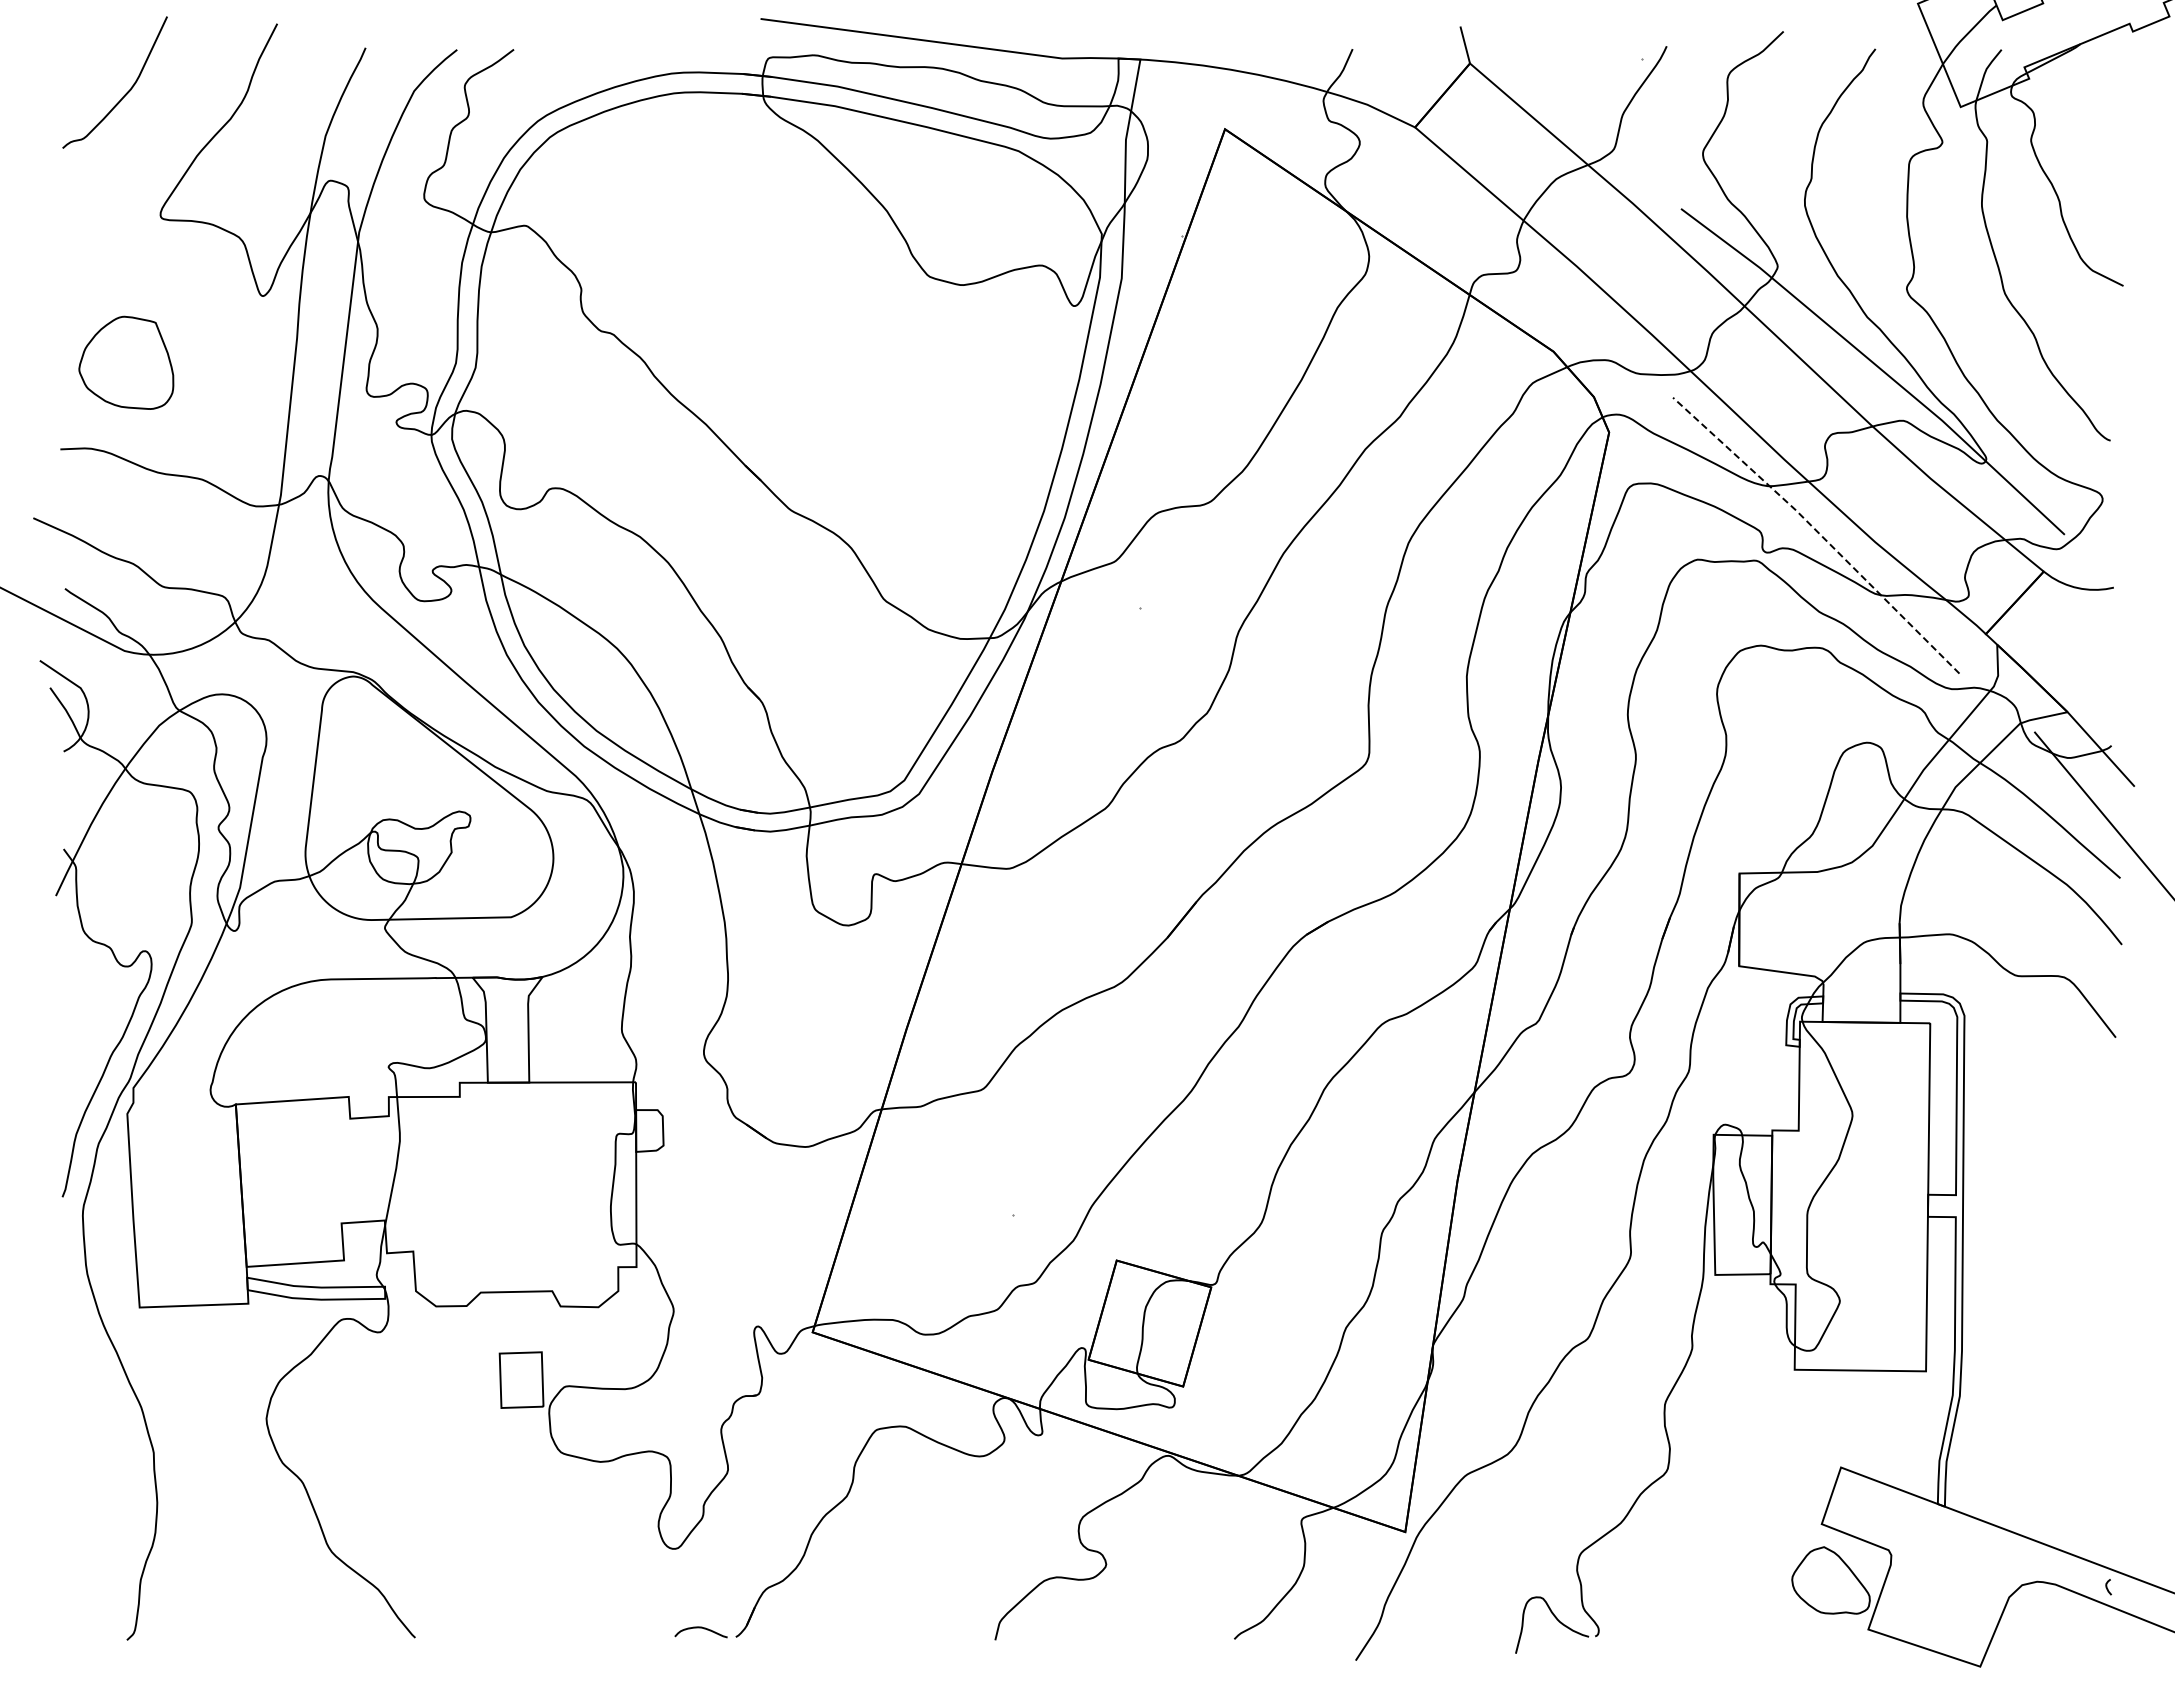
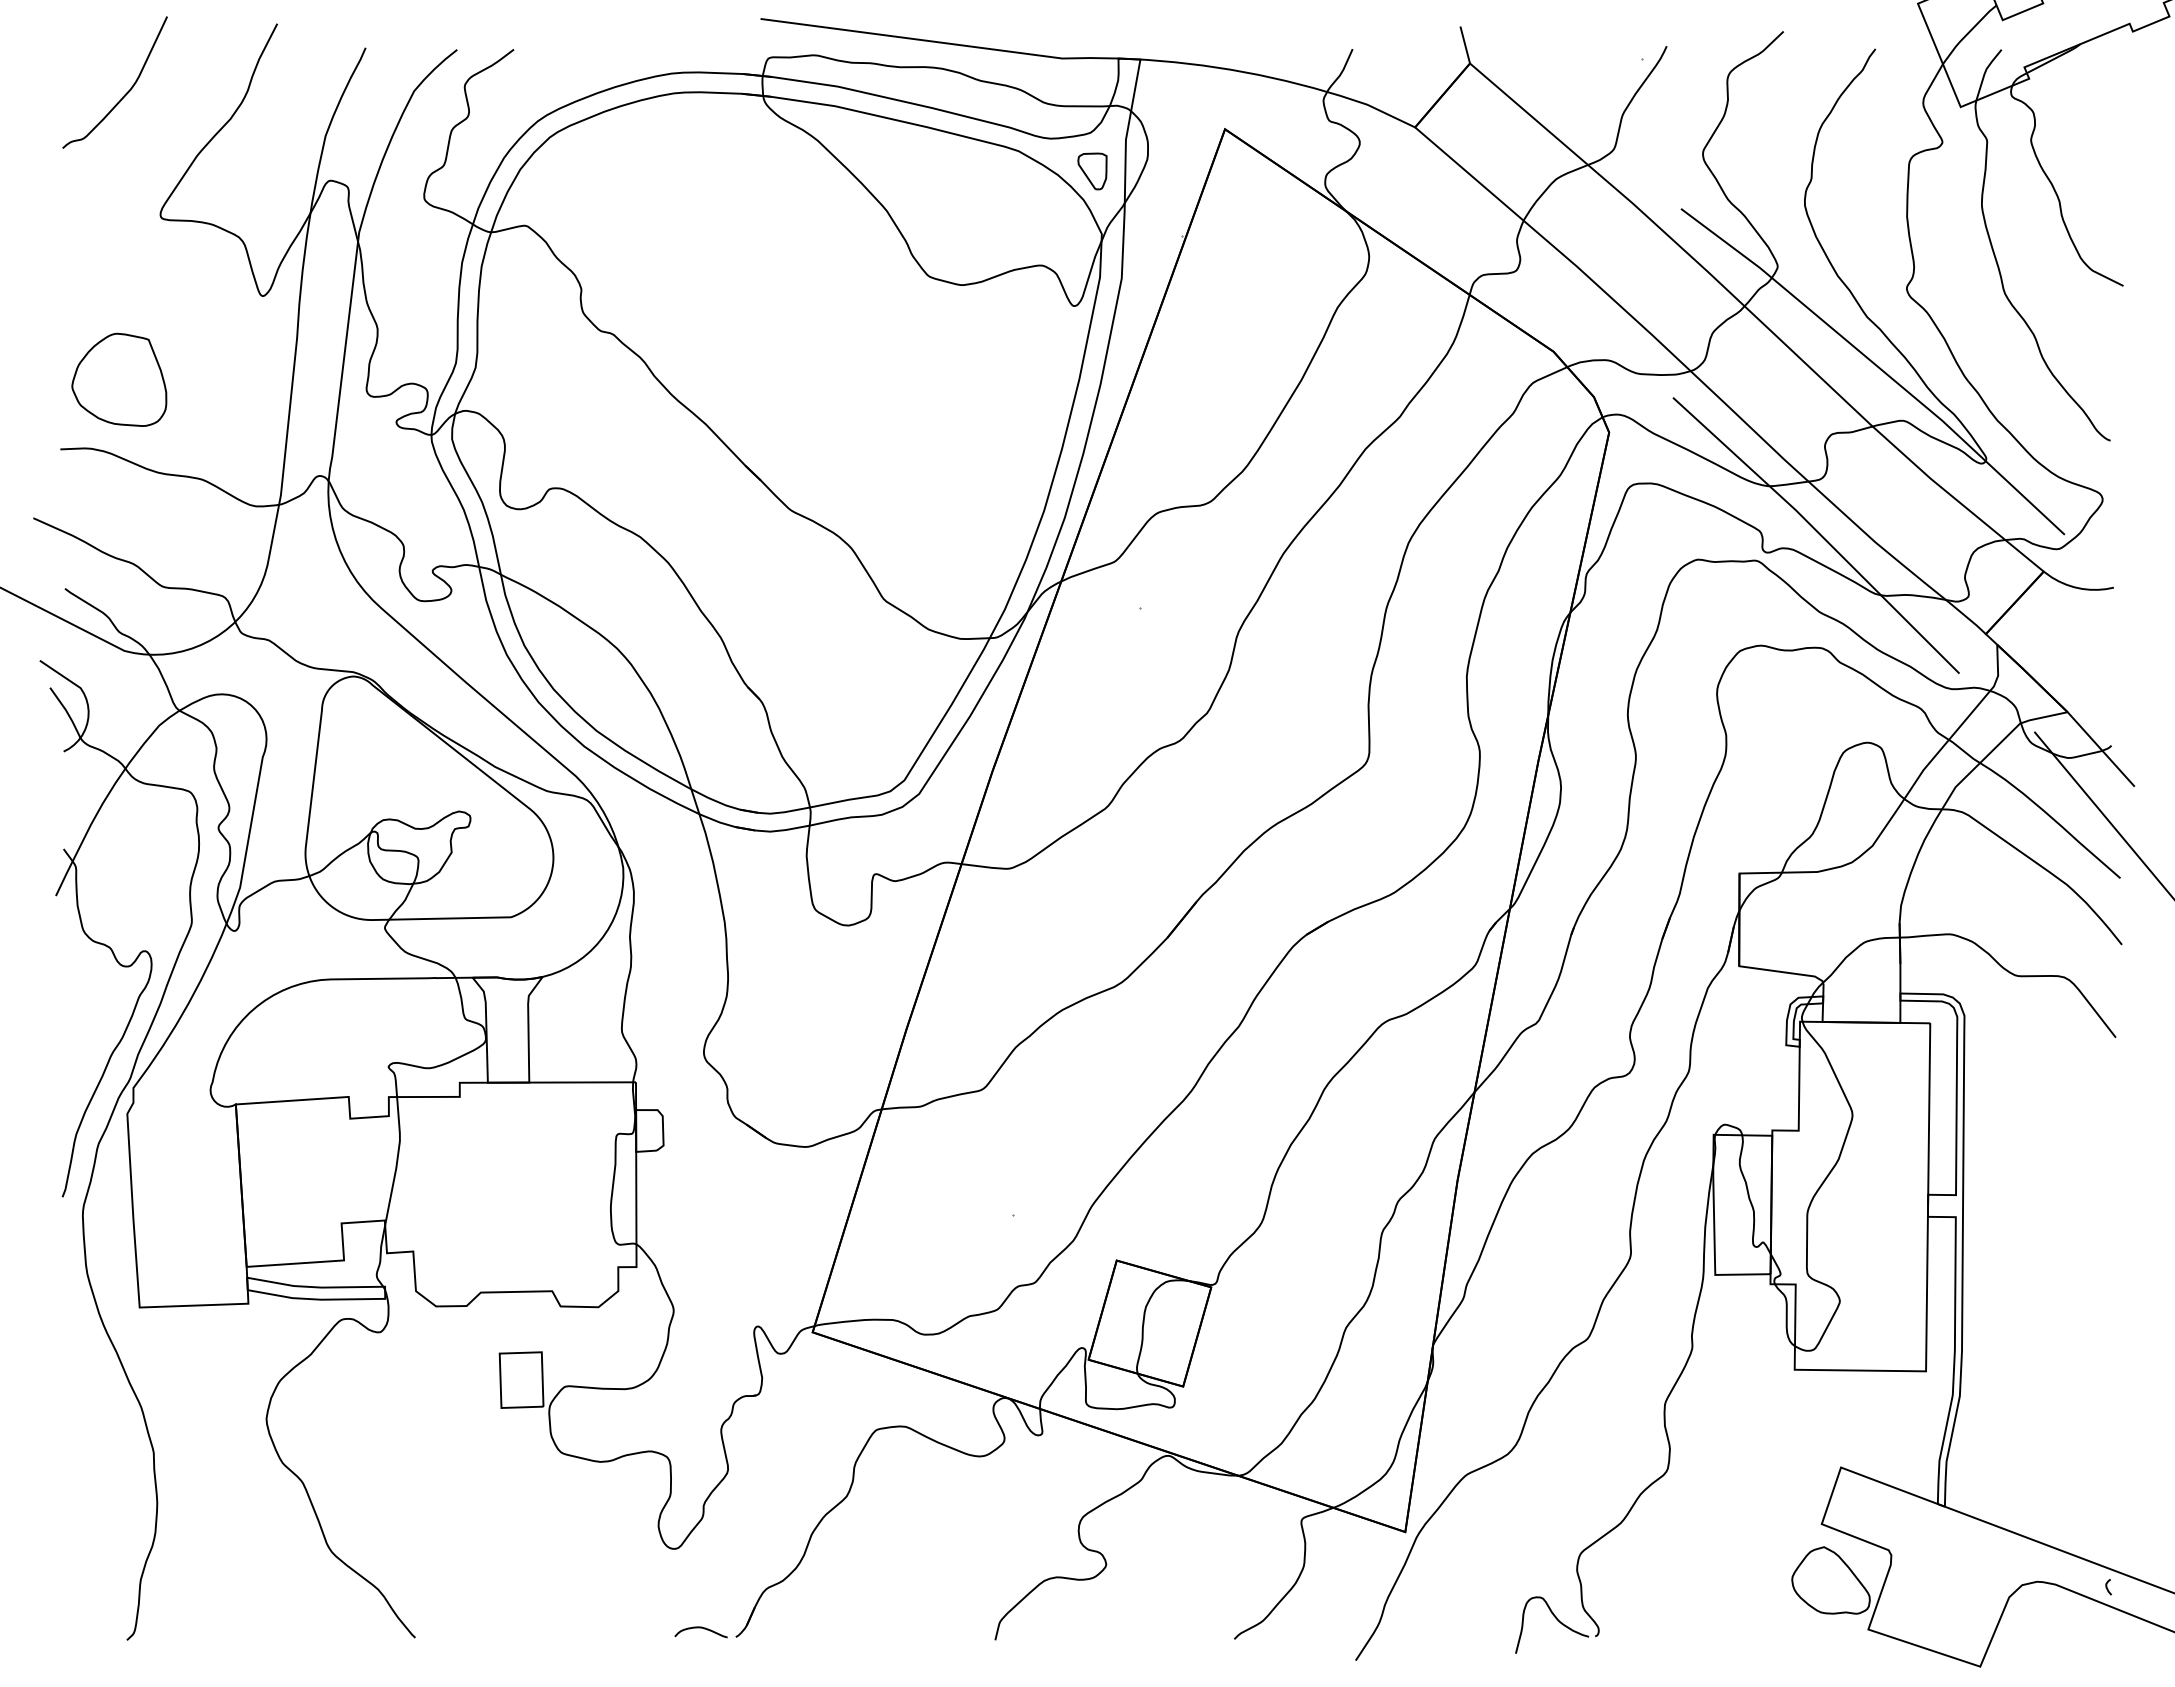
part at (1092, 171): none -> present
part at (126, 362) position: (126, 362) -> (119, 379)
line at (1818, 532): dashed -> solid
